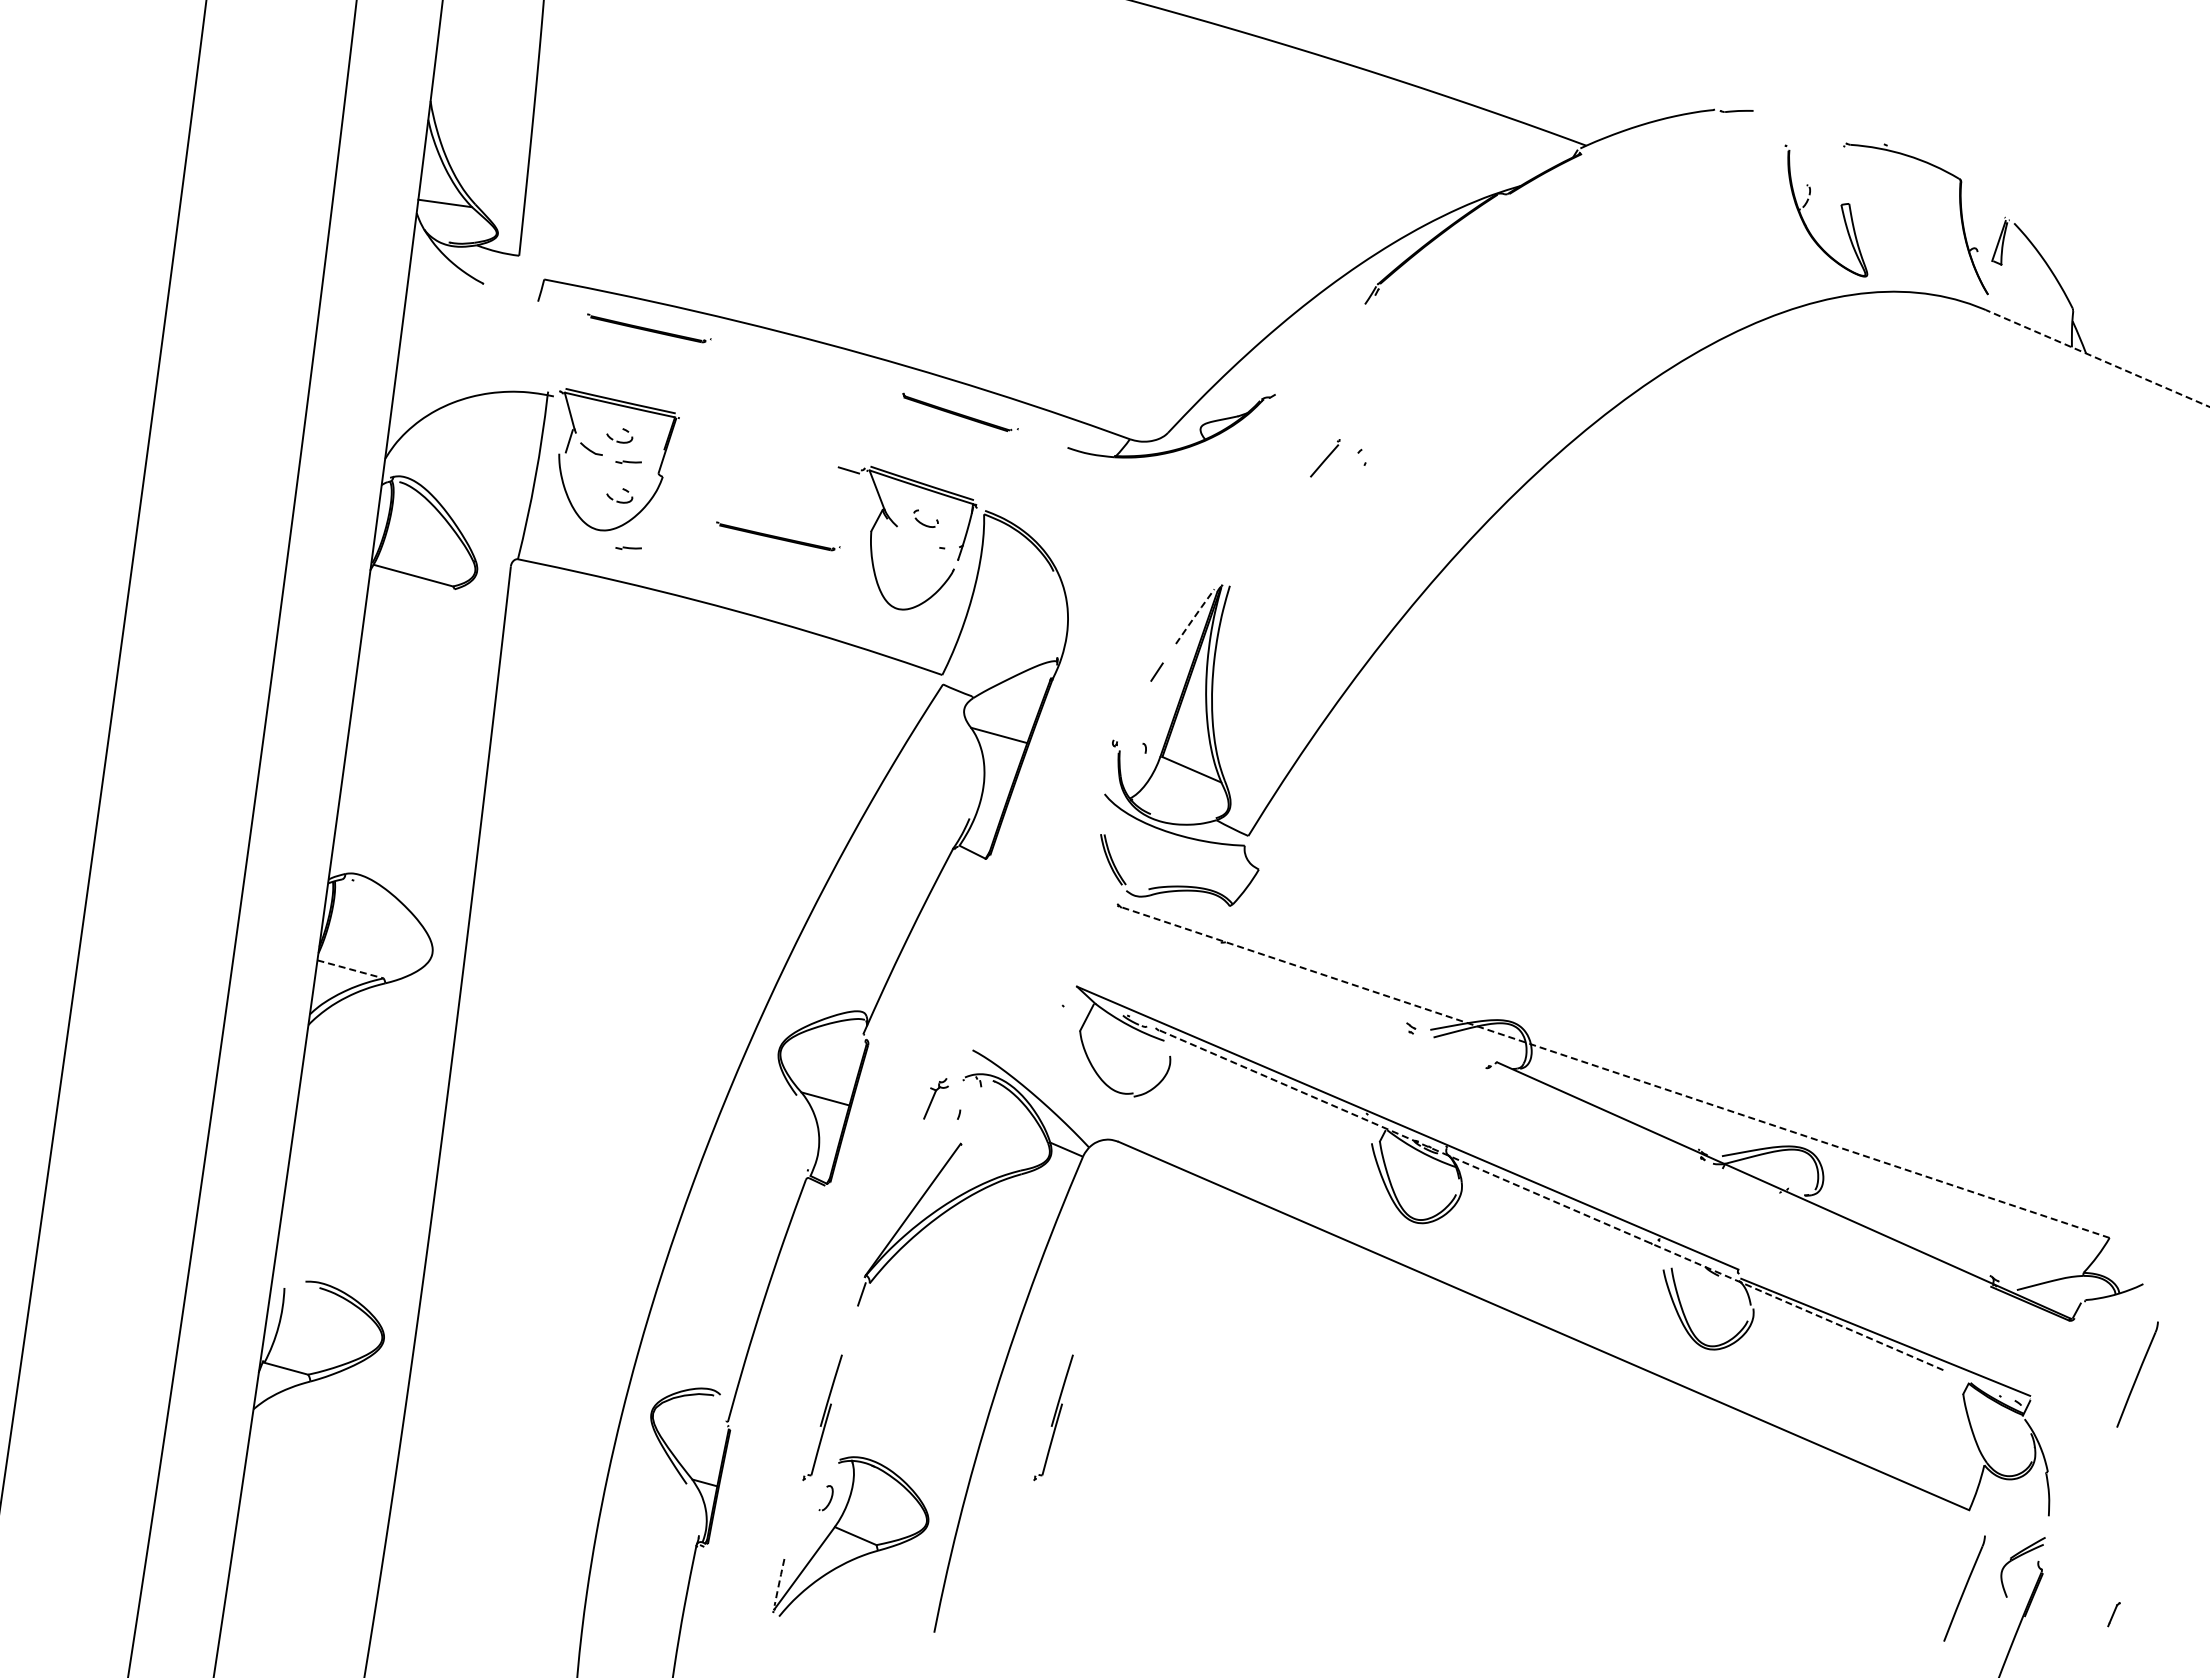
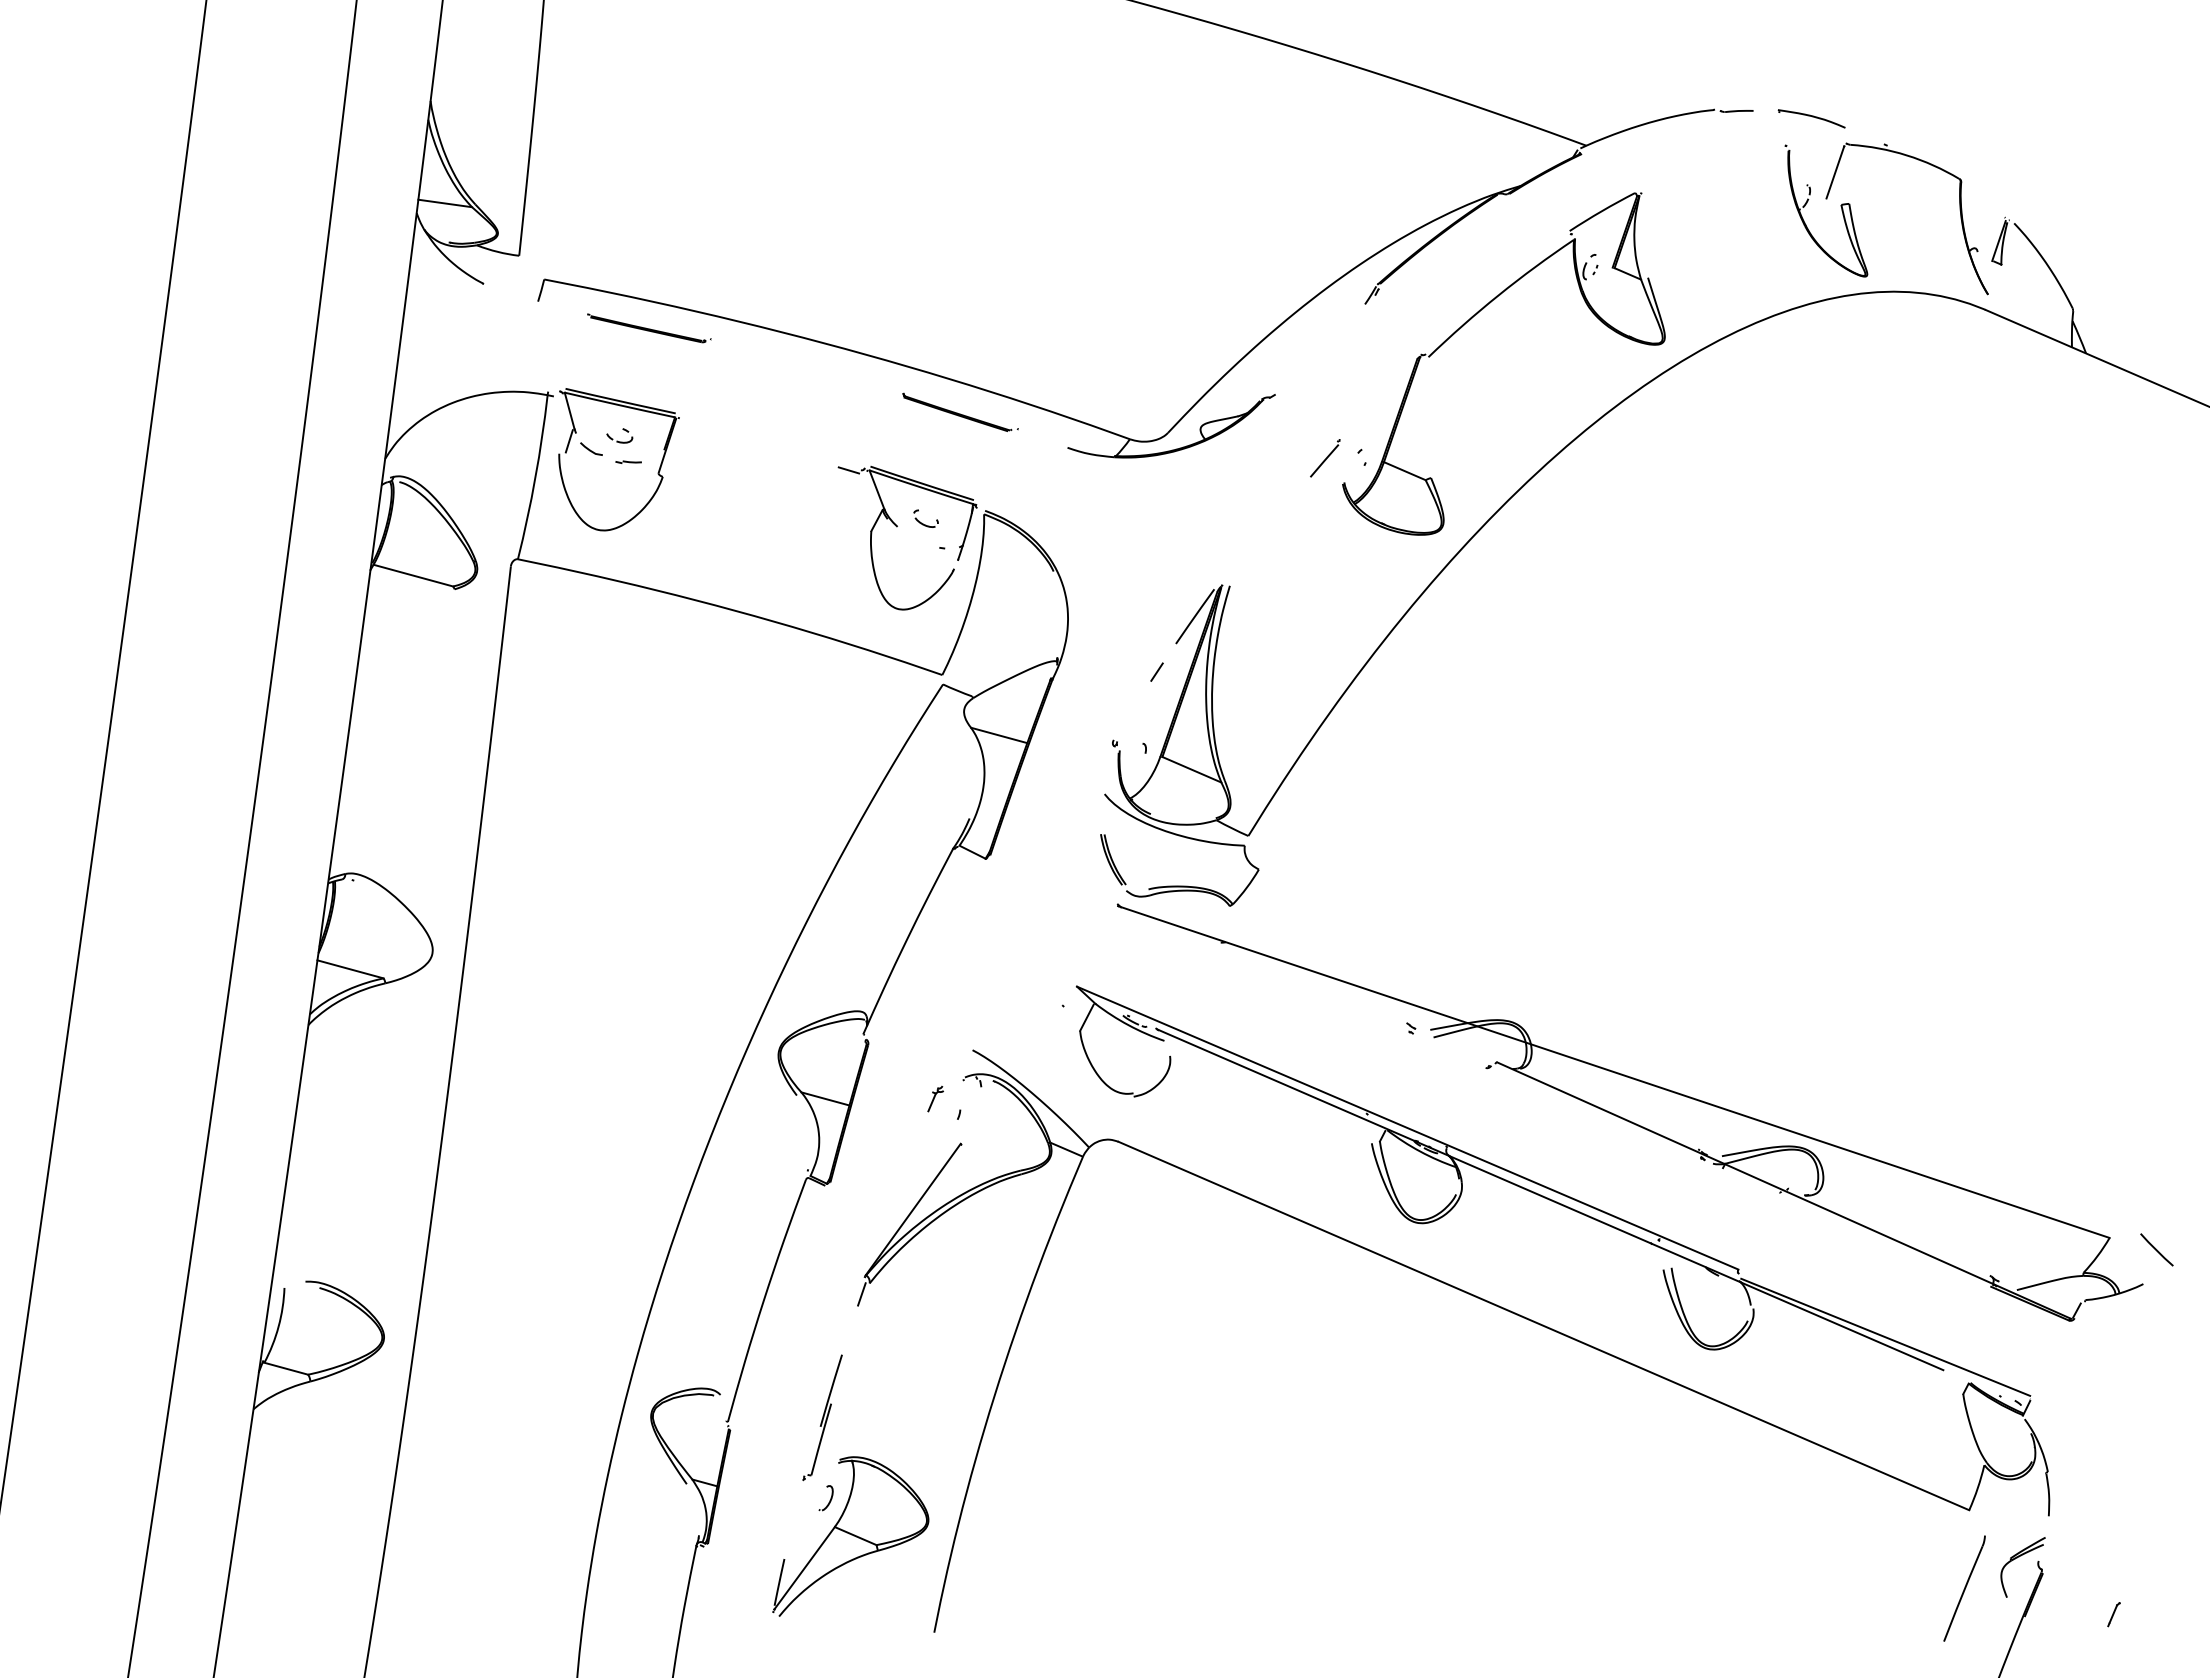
part at (1811, 118): none -> present
line at (1835, 172): none -> present
part at (1470, 320): none -> present
line at (2097, 358): dashed -> solid
part at (619, 495): present -> none
part at (778, 536): present -> none
line at (628, 547): present -> none
line at (1195, 615): dashed -> solid
line at (351, 969): dashed -> solid
line at (1613, 1072): dashed -> solid
part at (935, 1098) size: 26x42 px -> 17x28 px
line at (1550, 1199): dashed -> solid
line at (2156, 1249): none -> present
part at (2137, 1374): present -> none
part at (1053, 1417): present -> none
line at (779, 1582): dashed -> solid
